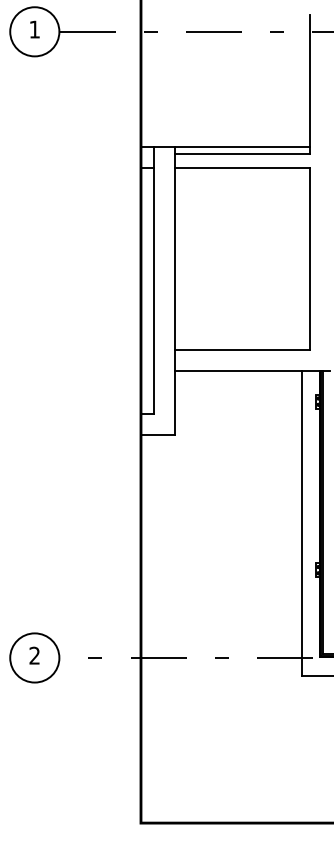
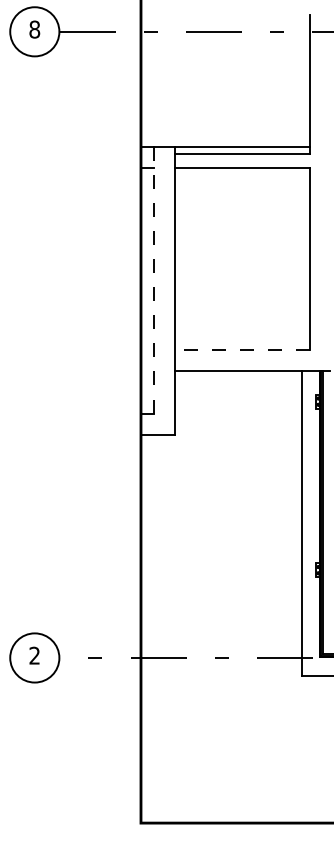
text at (34, 29): 1 -> 8
line at (154, 279): solid -> dashed
line at (242, 350): solid -> dashed
